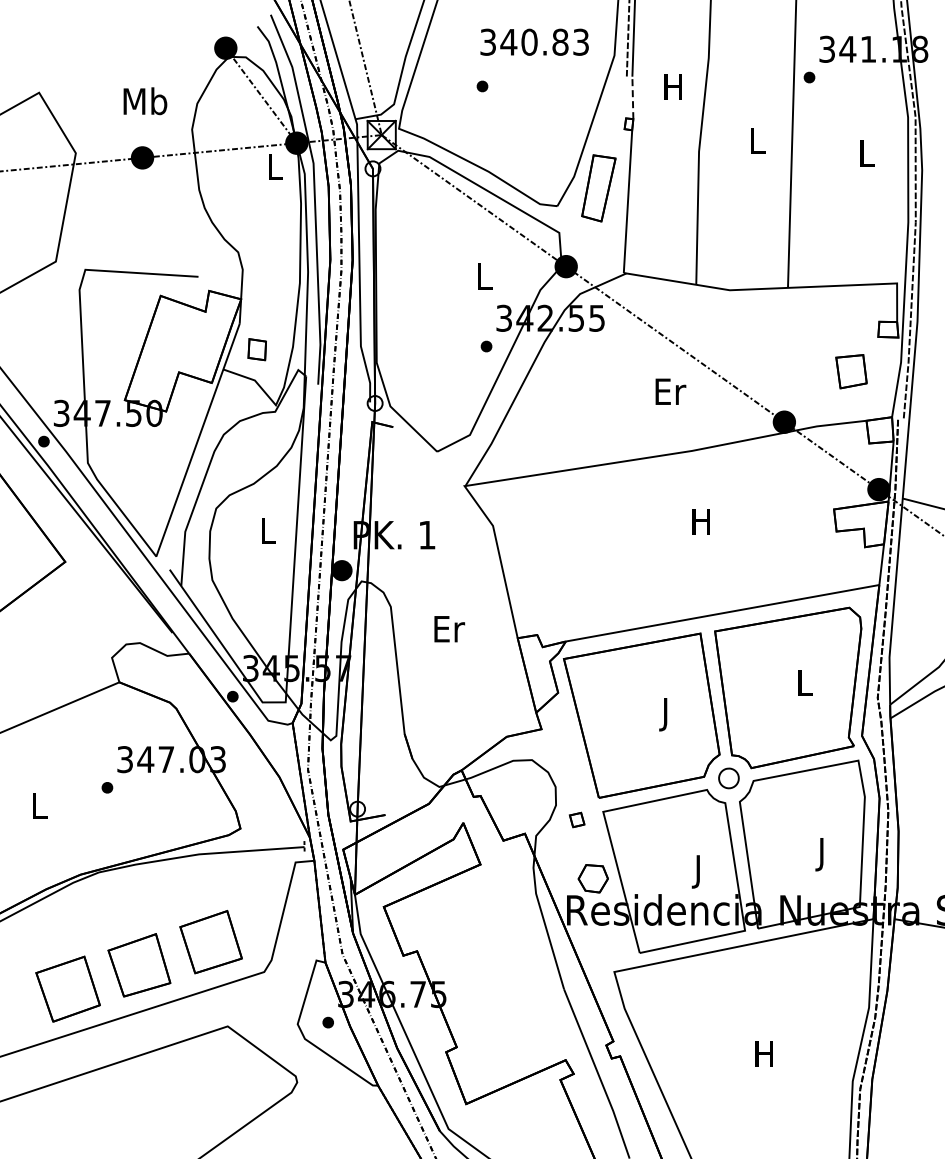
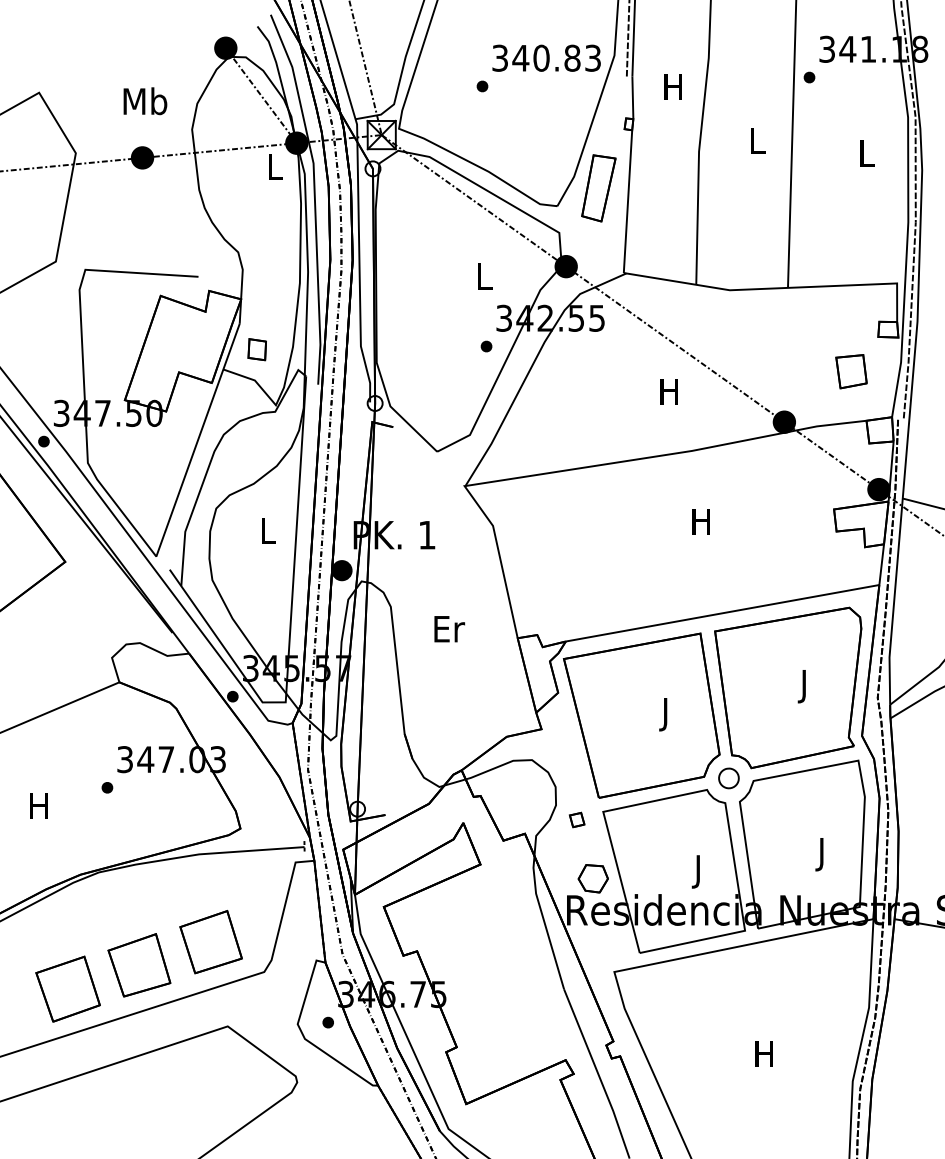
text at (534, 41) position: (534, 41) -> (546, 57)
line at (632, 97): dashed -> solid
text at (670, 391): Er -> H
text at (804, 686): L -> J
text at (38, 805): L -> H
